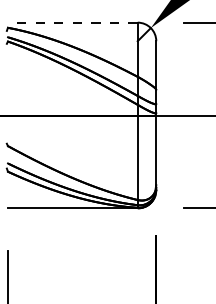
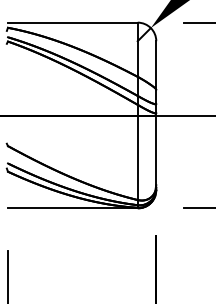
line at (72, 22): dashed -> solid
